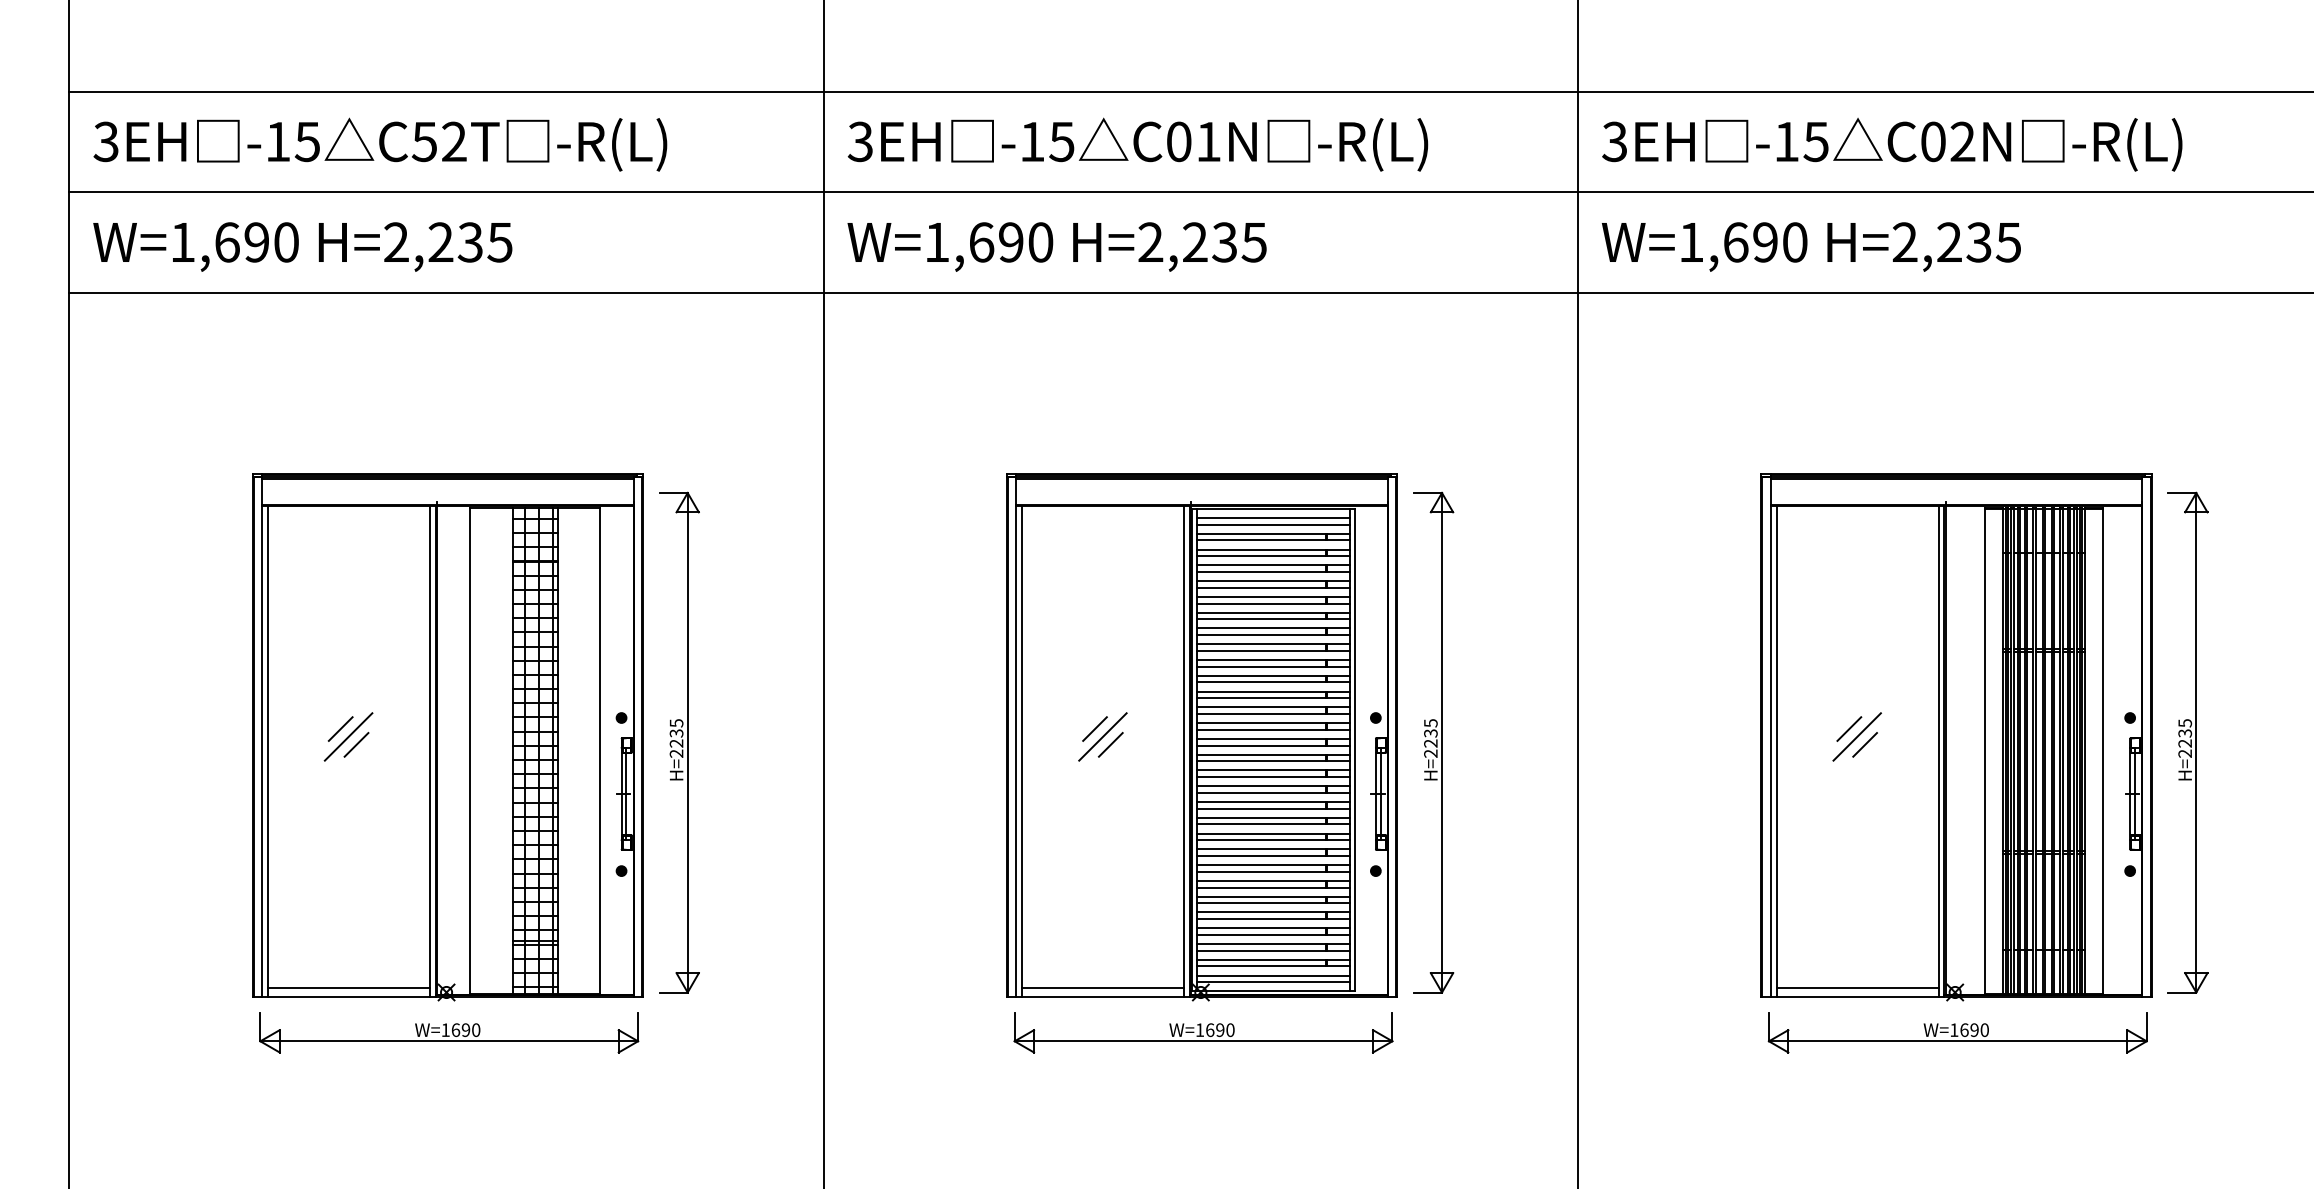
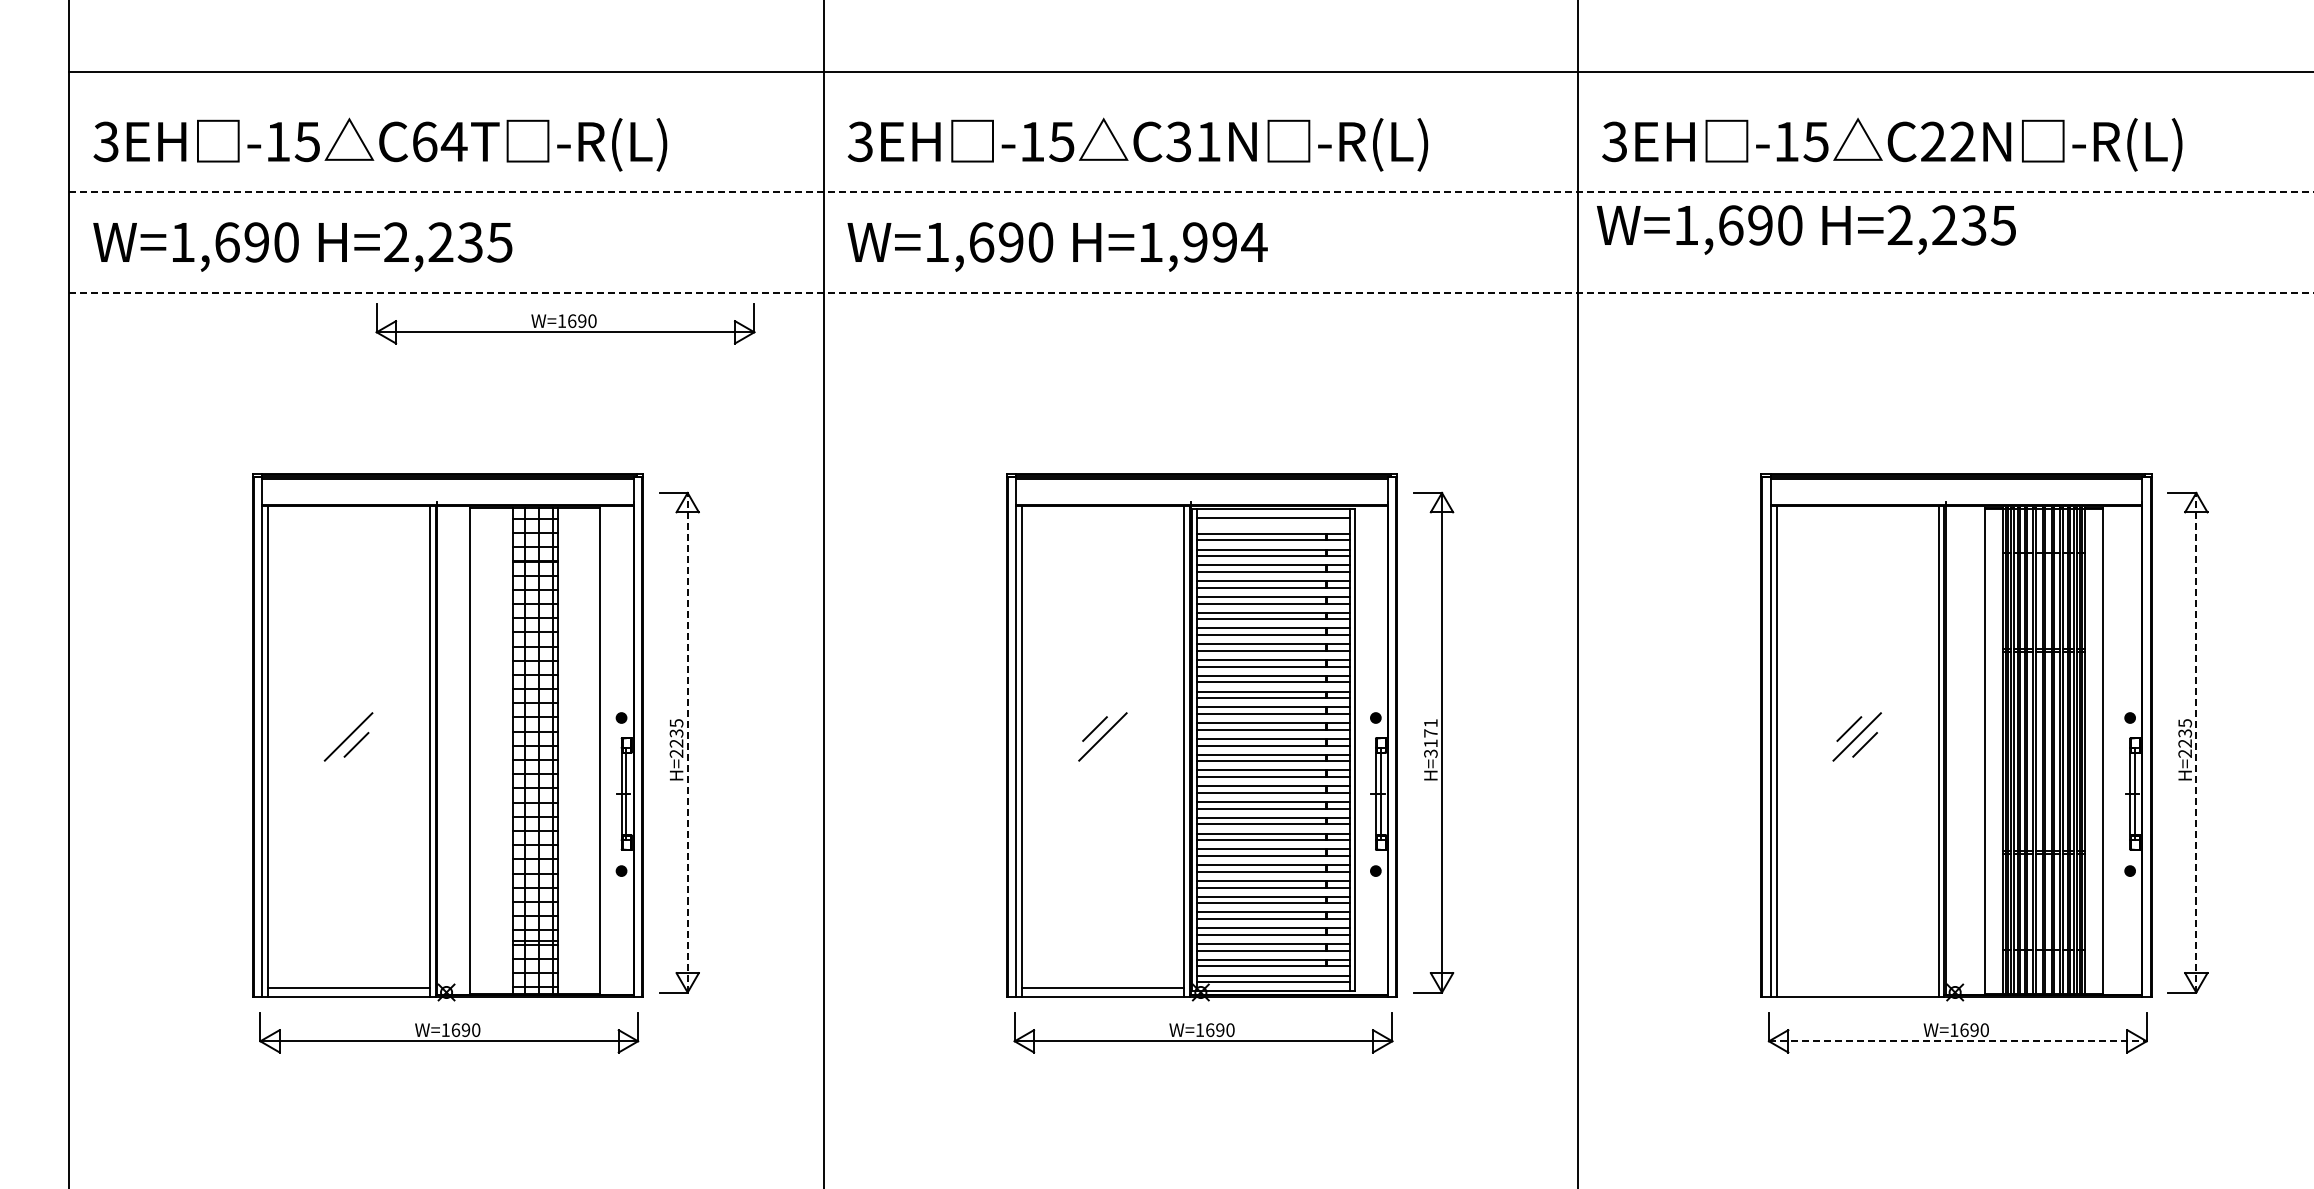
line at (1189, 91) position: (1189, 91) -> (1189, 71)
text at (439, 141): C52T -> C64T
text at (1178, 141): C01N -> C31N
text at (1933, 141): C02N -> C22N
line at (1192, 192): solid -> dashed
text at (1202, 242): H=2,235 -> H=1,994
text at (1811, 246) position: (1811, 246) -> (1806, 229)
line at (1192, 292): solid -> dashed
part at (565, 323): none -> present
line at (1273, 524): present -> none
line at (340, 728): present -> none
text at (1430, 738): H=2235 -> H=3171
line at (687, 742): solid -> dashed
line at (2196, 742): solid -> dashed
line at (1110, 744): present -> none
line at (1857, 987): present -> none
line at (1957, 1041): solid -> dashed
